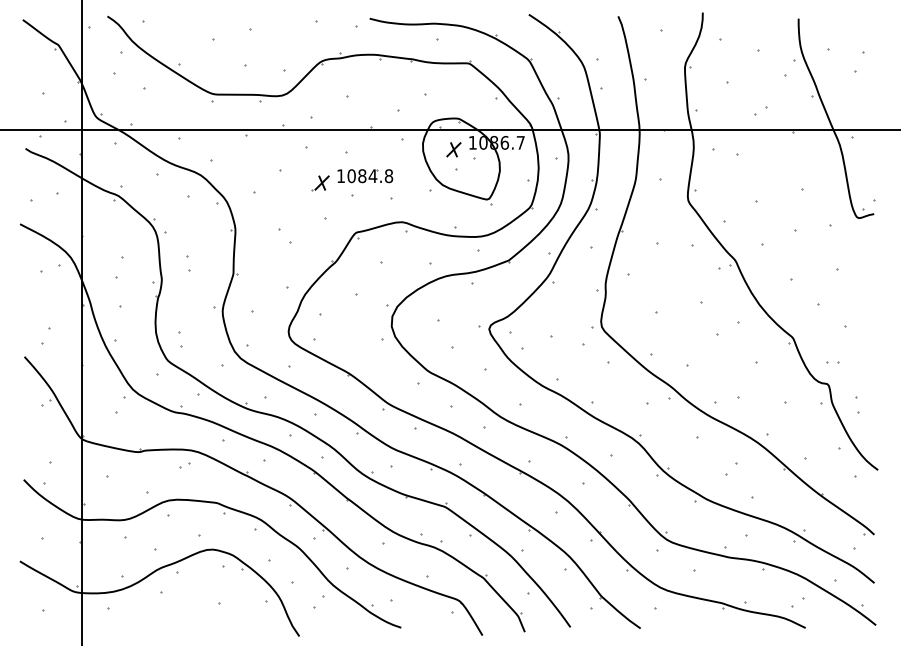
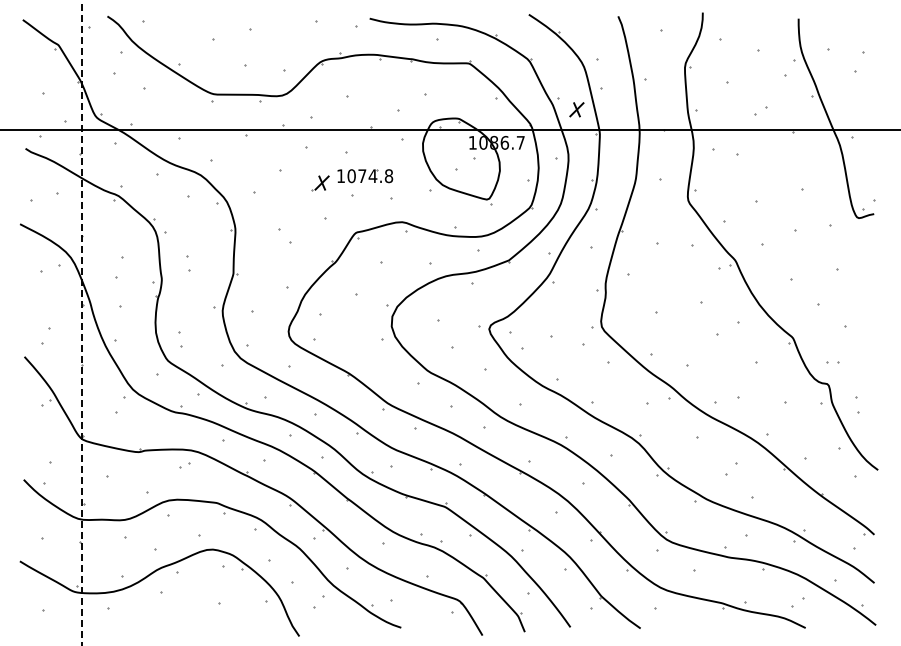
part at (453, 149) position: (453, 149) -> (576, 109)
text at (362, 176): 1084.8 -> 1074.8
line at (82, 322): solid -> dashed
